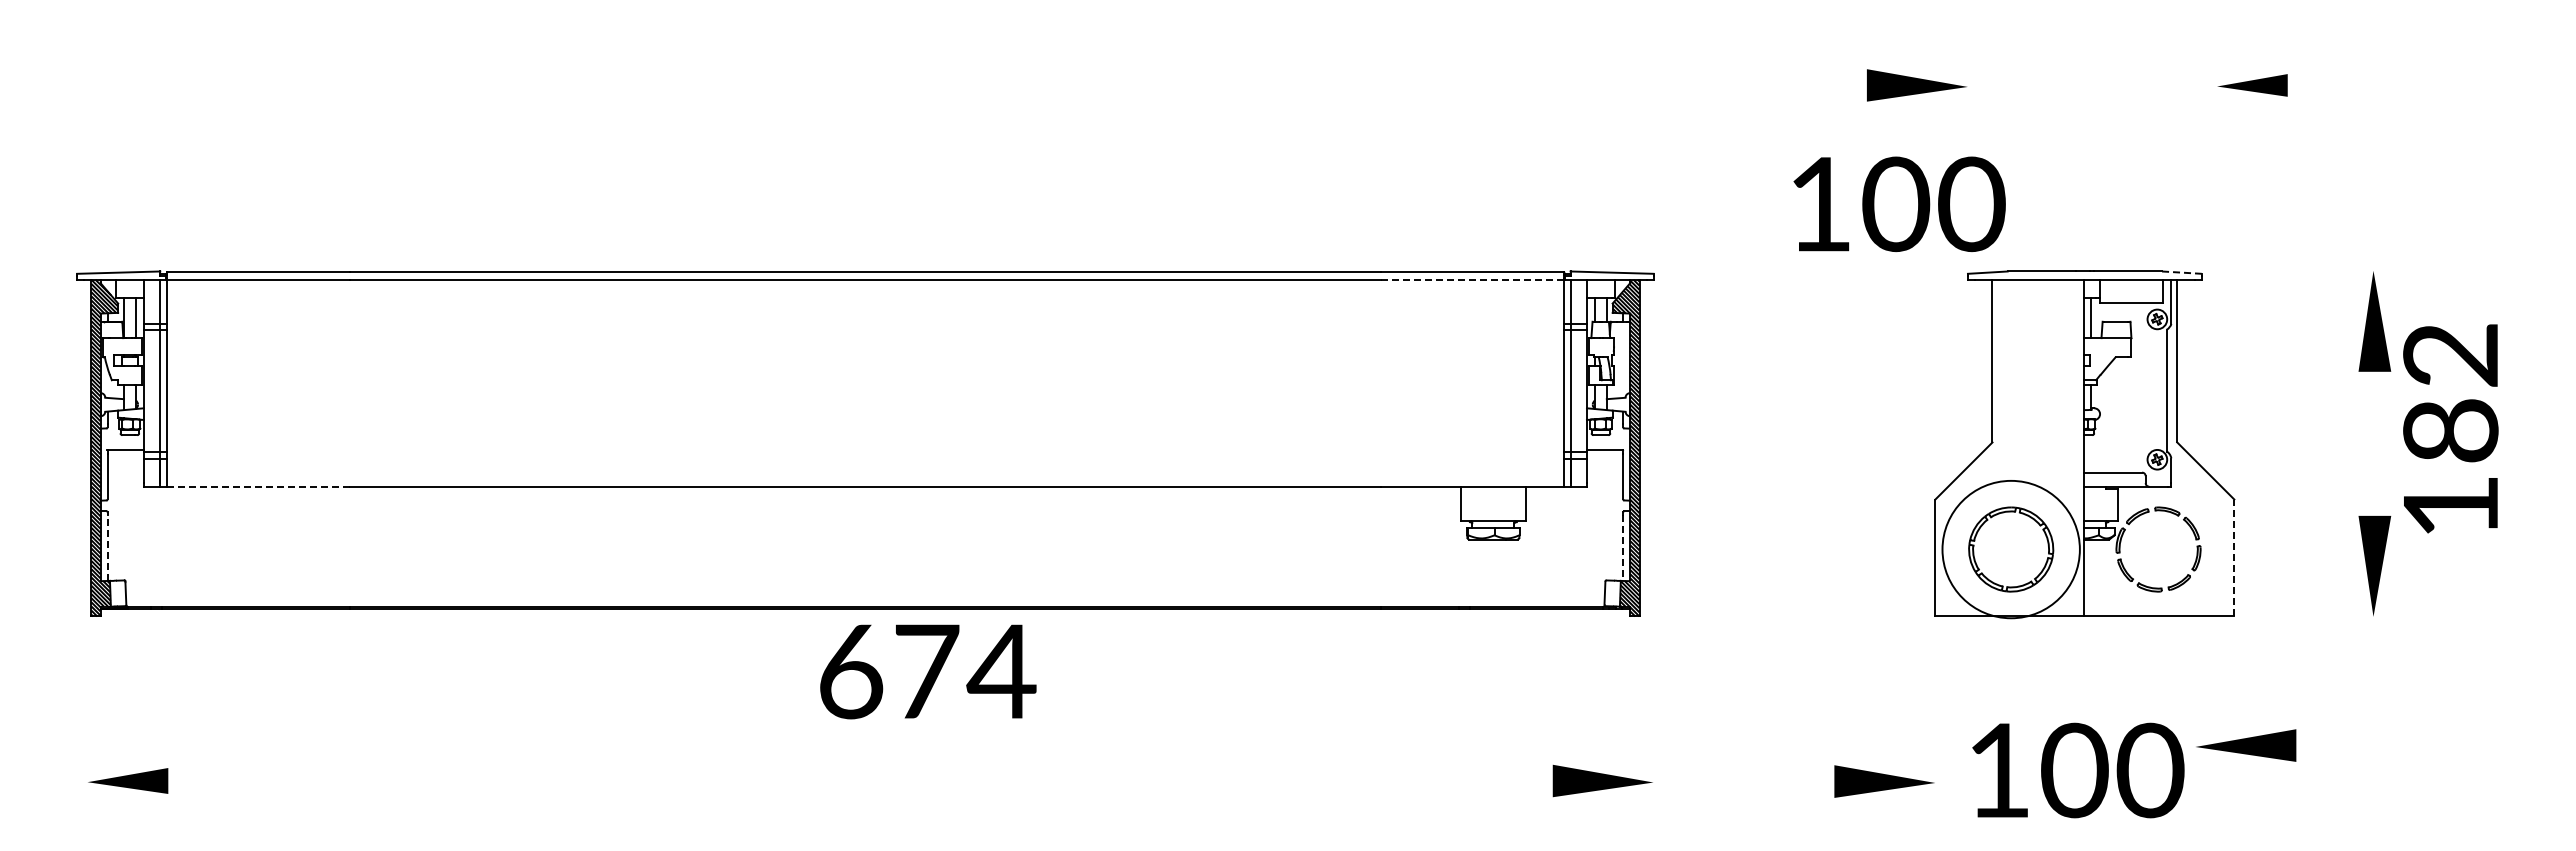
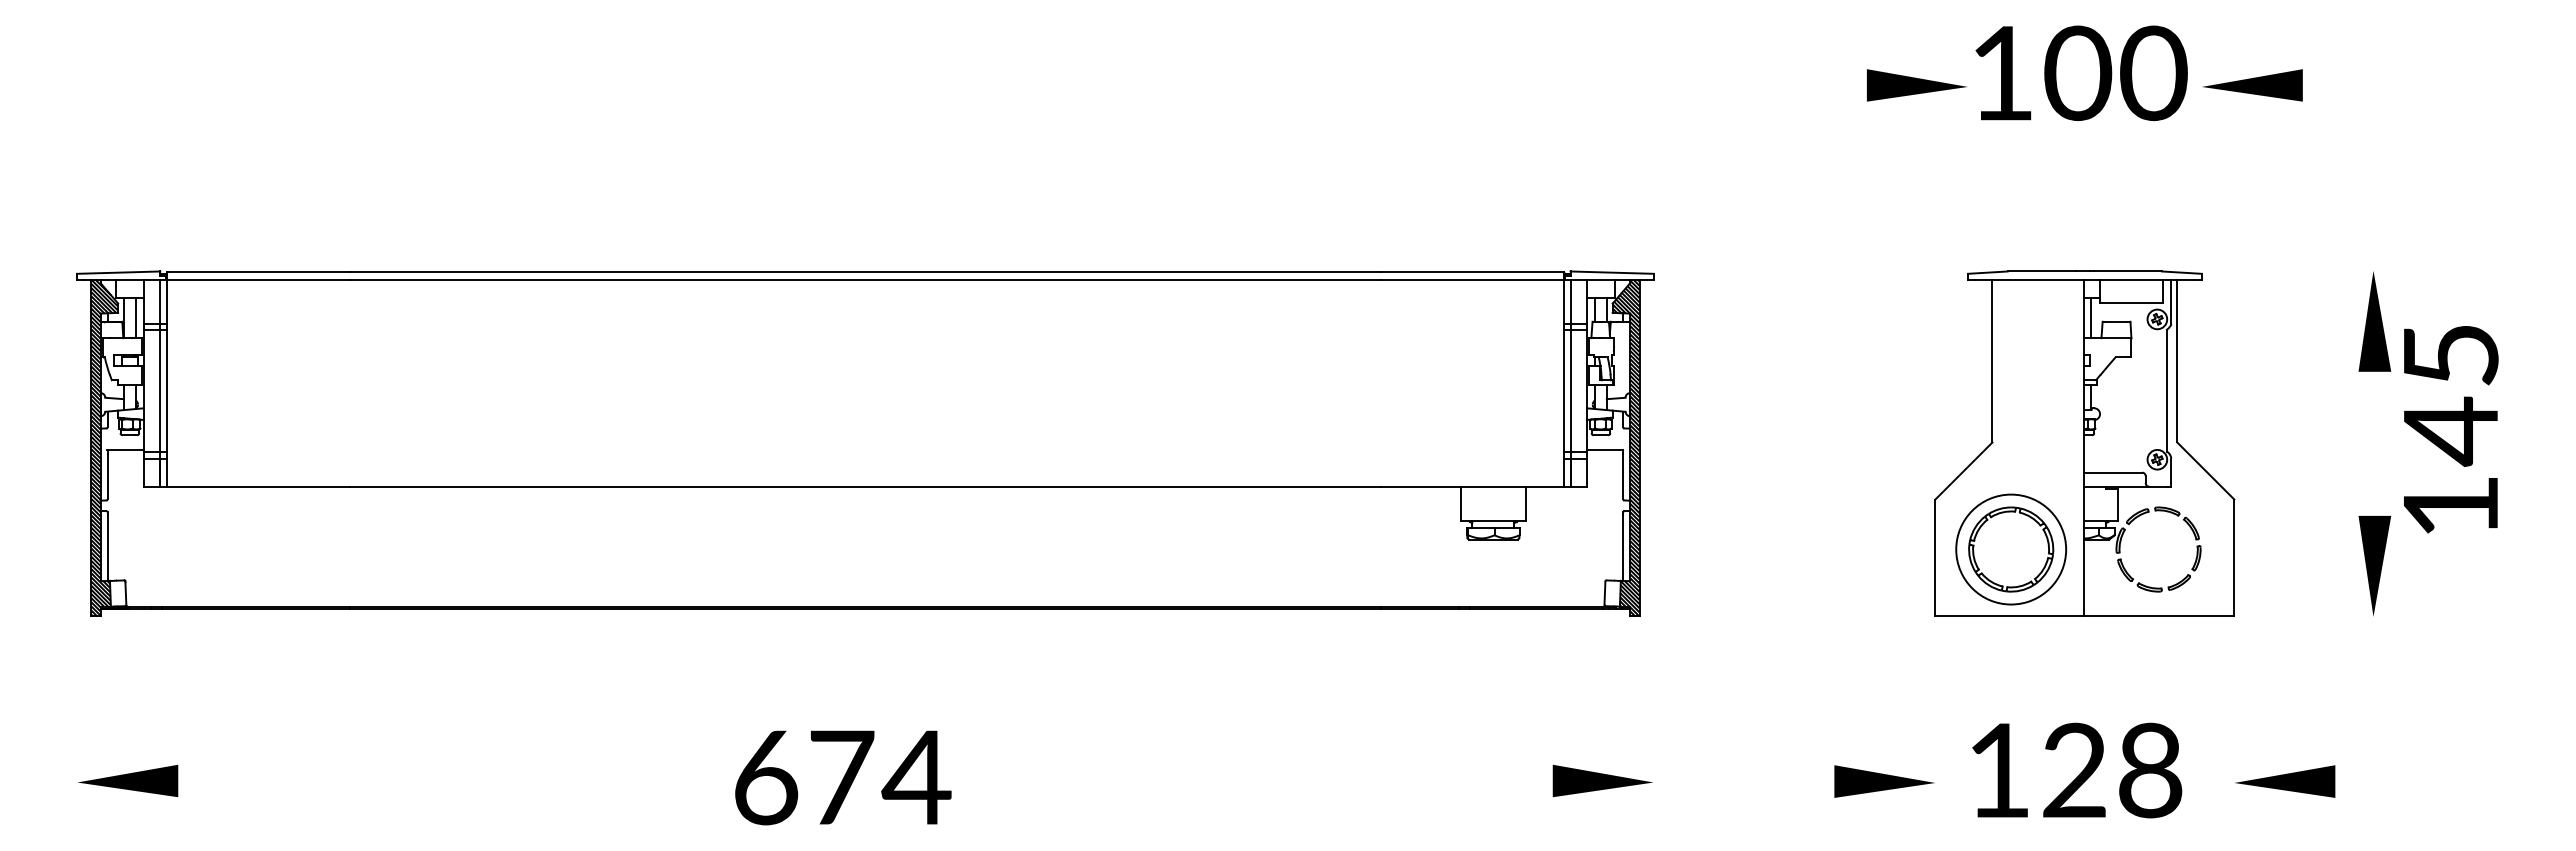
part at (2252, 85) size: 71x23 px -> 101x33 px
text at (1899, 203) position: (1899, 203) -> (2081, 72)
line at (2181, 272): dashed -> solid
line at (1472, 279): dashed -> solid
text at (2450, 395): 182 -> 145
line at (258, 487): dashed -> solid
line at (107, 547): dashed -> solid
line at (1623, 548): dashed -> solid
circle at (2010, 549) diameter: 137 px -> 110 px
line at (2234, 557): dashed -> solid
text at (928, 671) position: (928, 671) -> (843, 777)
part at (2246, 745) position: (2246, 745) -> (2285, 781)
text at (2112, 770): 100 -> 128
part at (128, 780) size: 81x26 px -> 101x34 px
